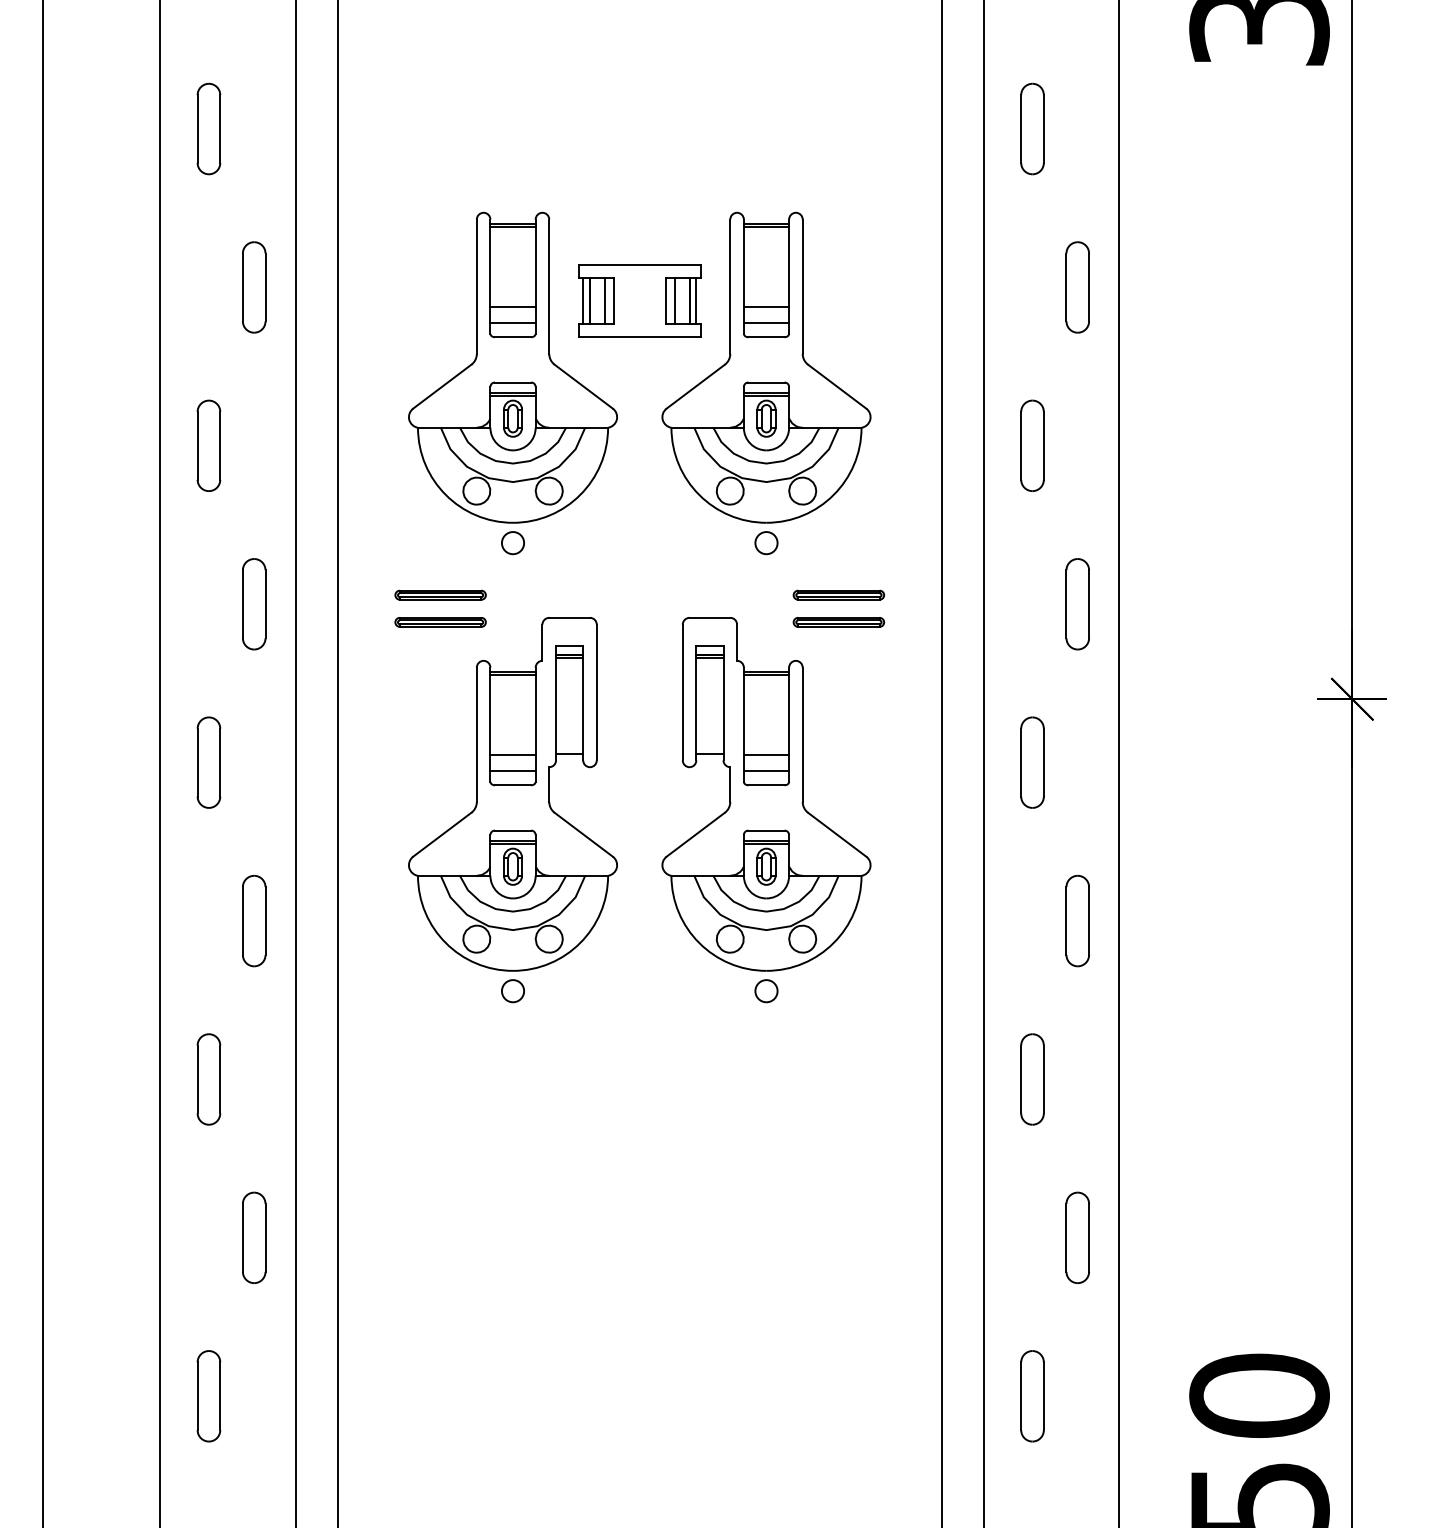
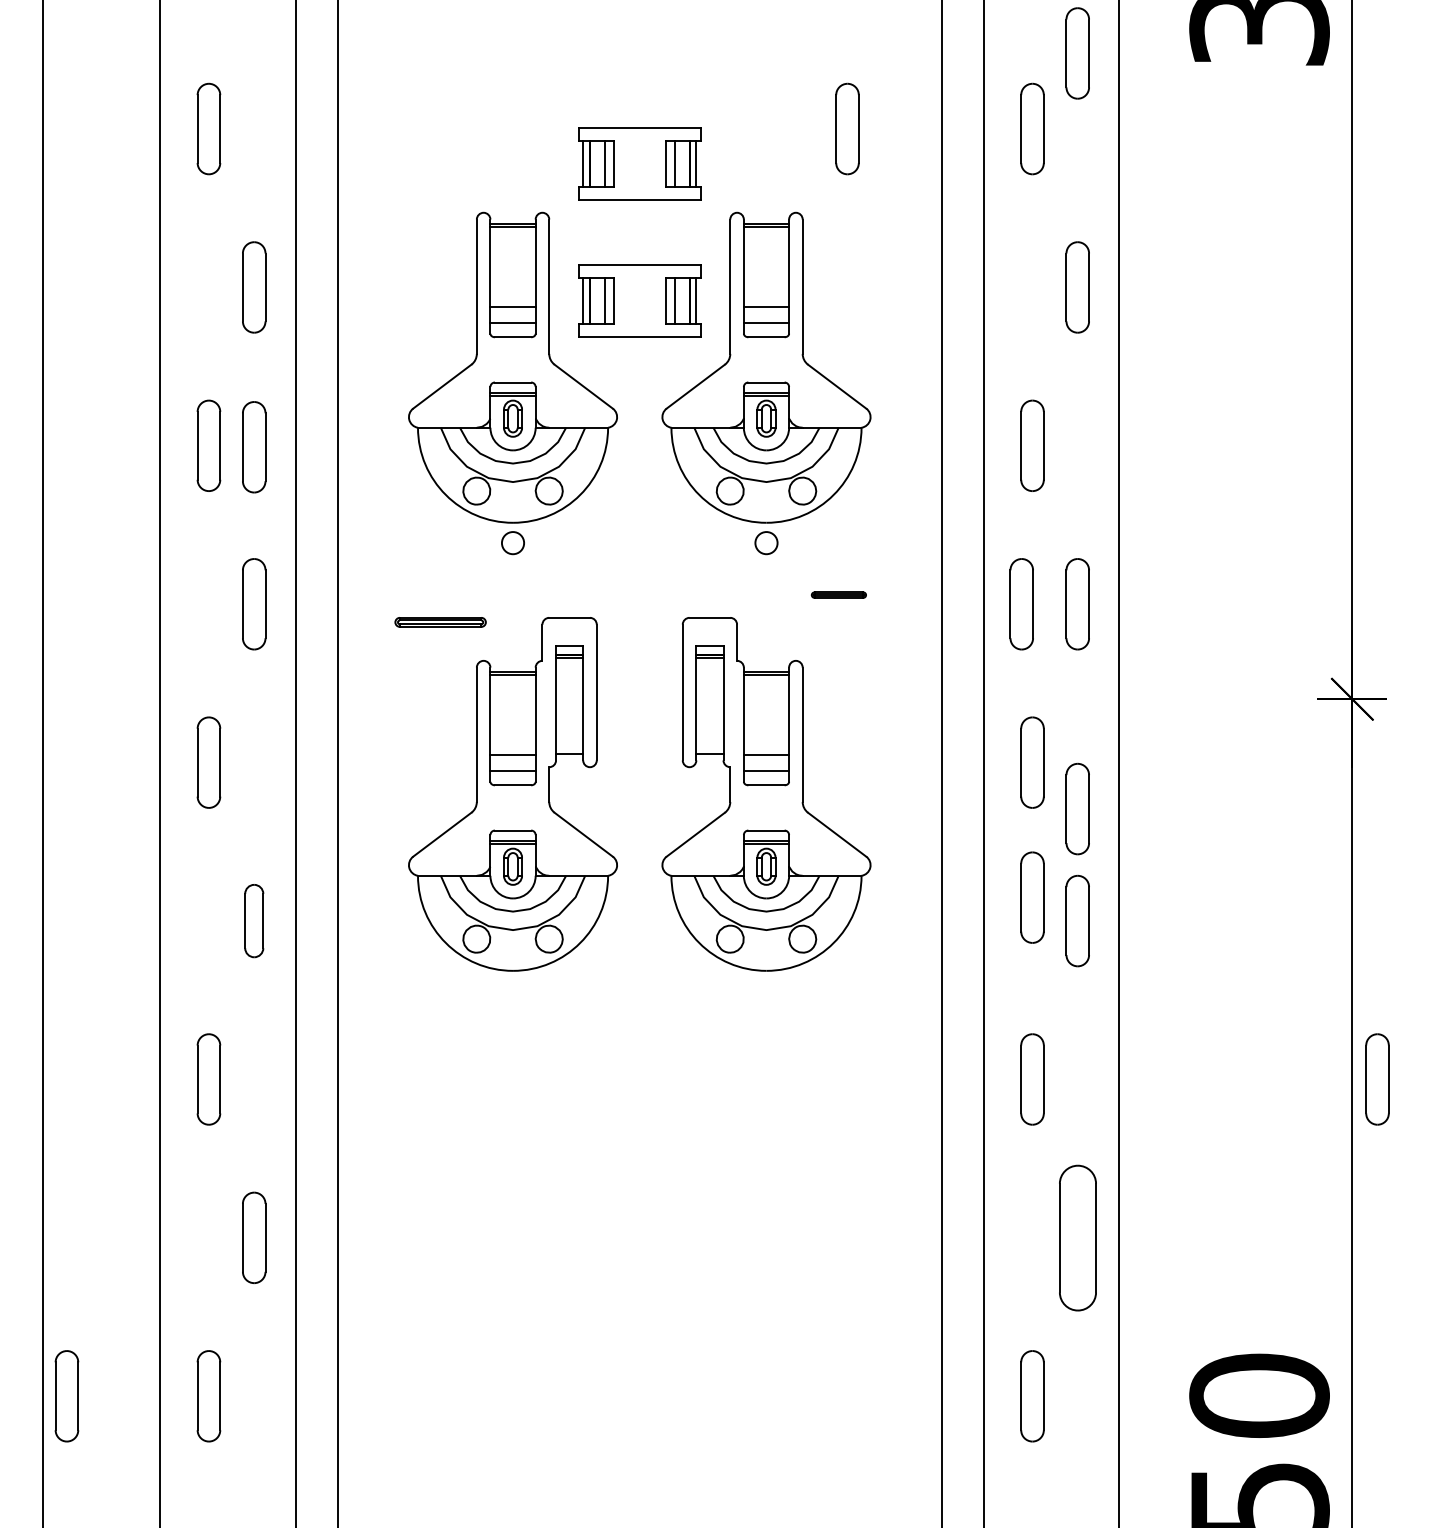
part at (1077, 53): none -> present
part at (847, 128): none -> present
part at (639, 163): none -> present
part at (254, 447): none -> present
part at (440, 594): present -> none
part at (838, 594) size: 94x12 px -> 57x8 px
part at (1021, 604): none -> present
part at (838, 622): present -> none
part at (1077, 809): none -> present
part at (1032, 897): none -> present
part at (254, 920) size: 25x94 px -> 21x75 px
circle at (512, 991): present -> none
circle at (766, 991): present -> none
part at (1377, 1079): none -> present
part at (1077, 1237) size: 25x93 px -> 38x148 px
part at (66, 1396): none -> present
